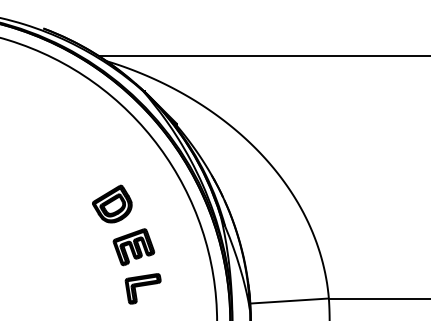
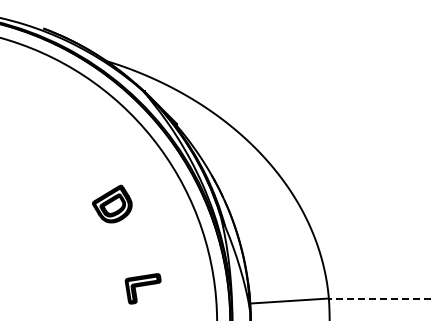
line at (263, 56): present -> none
part at (133, 247): present -> none
line at (379, 298): solid -> dashed
